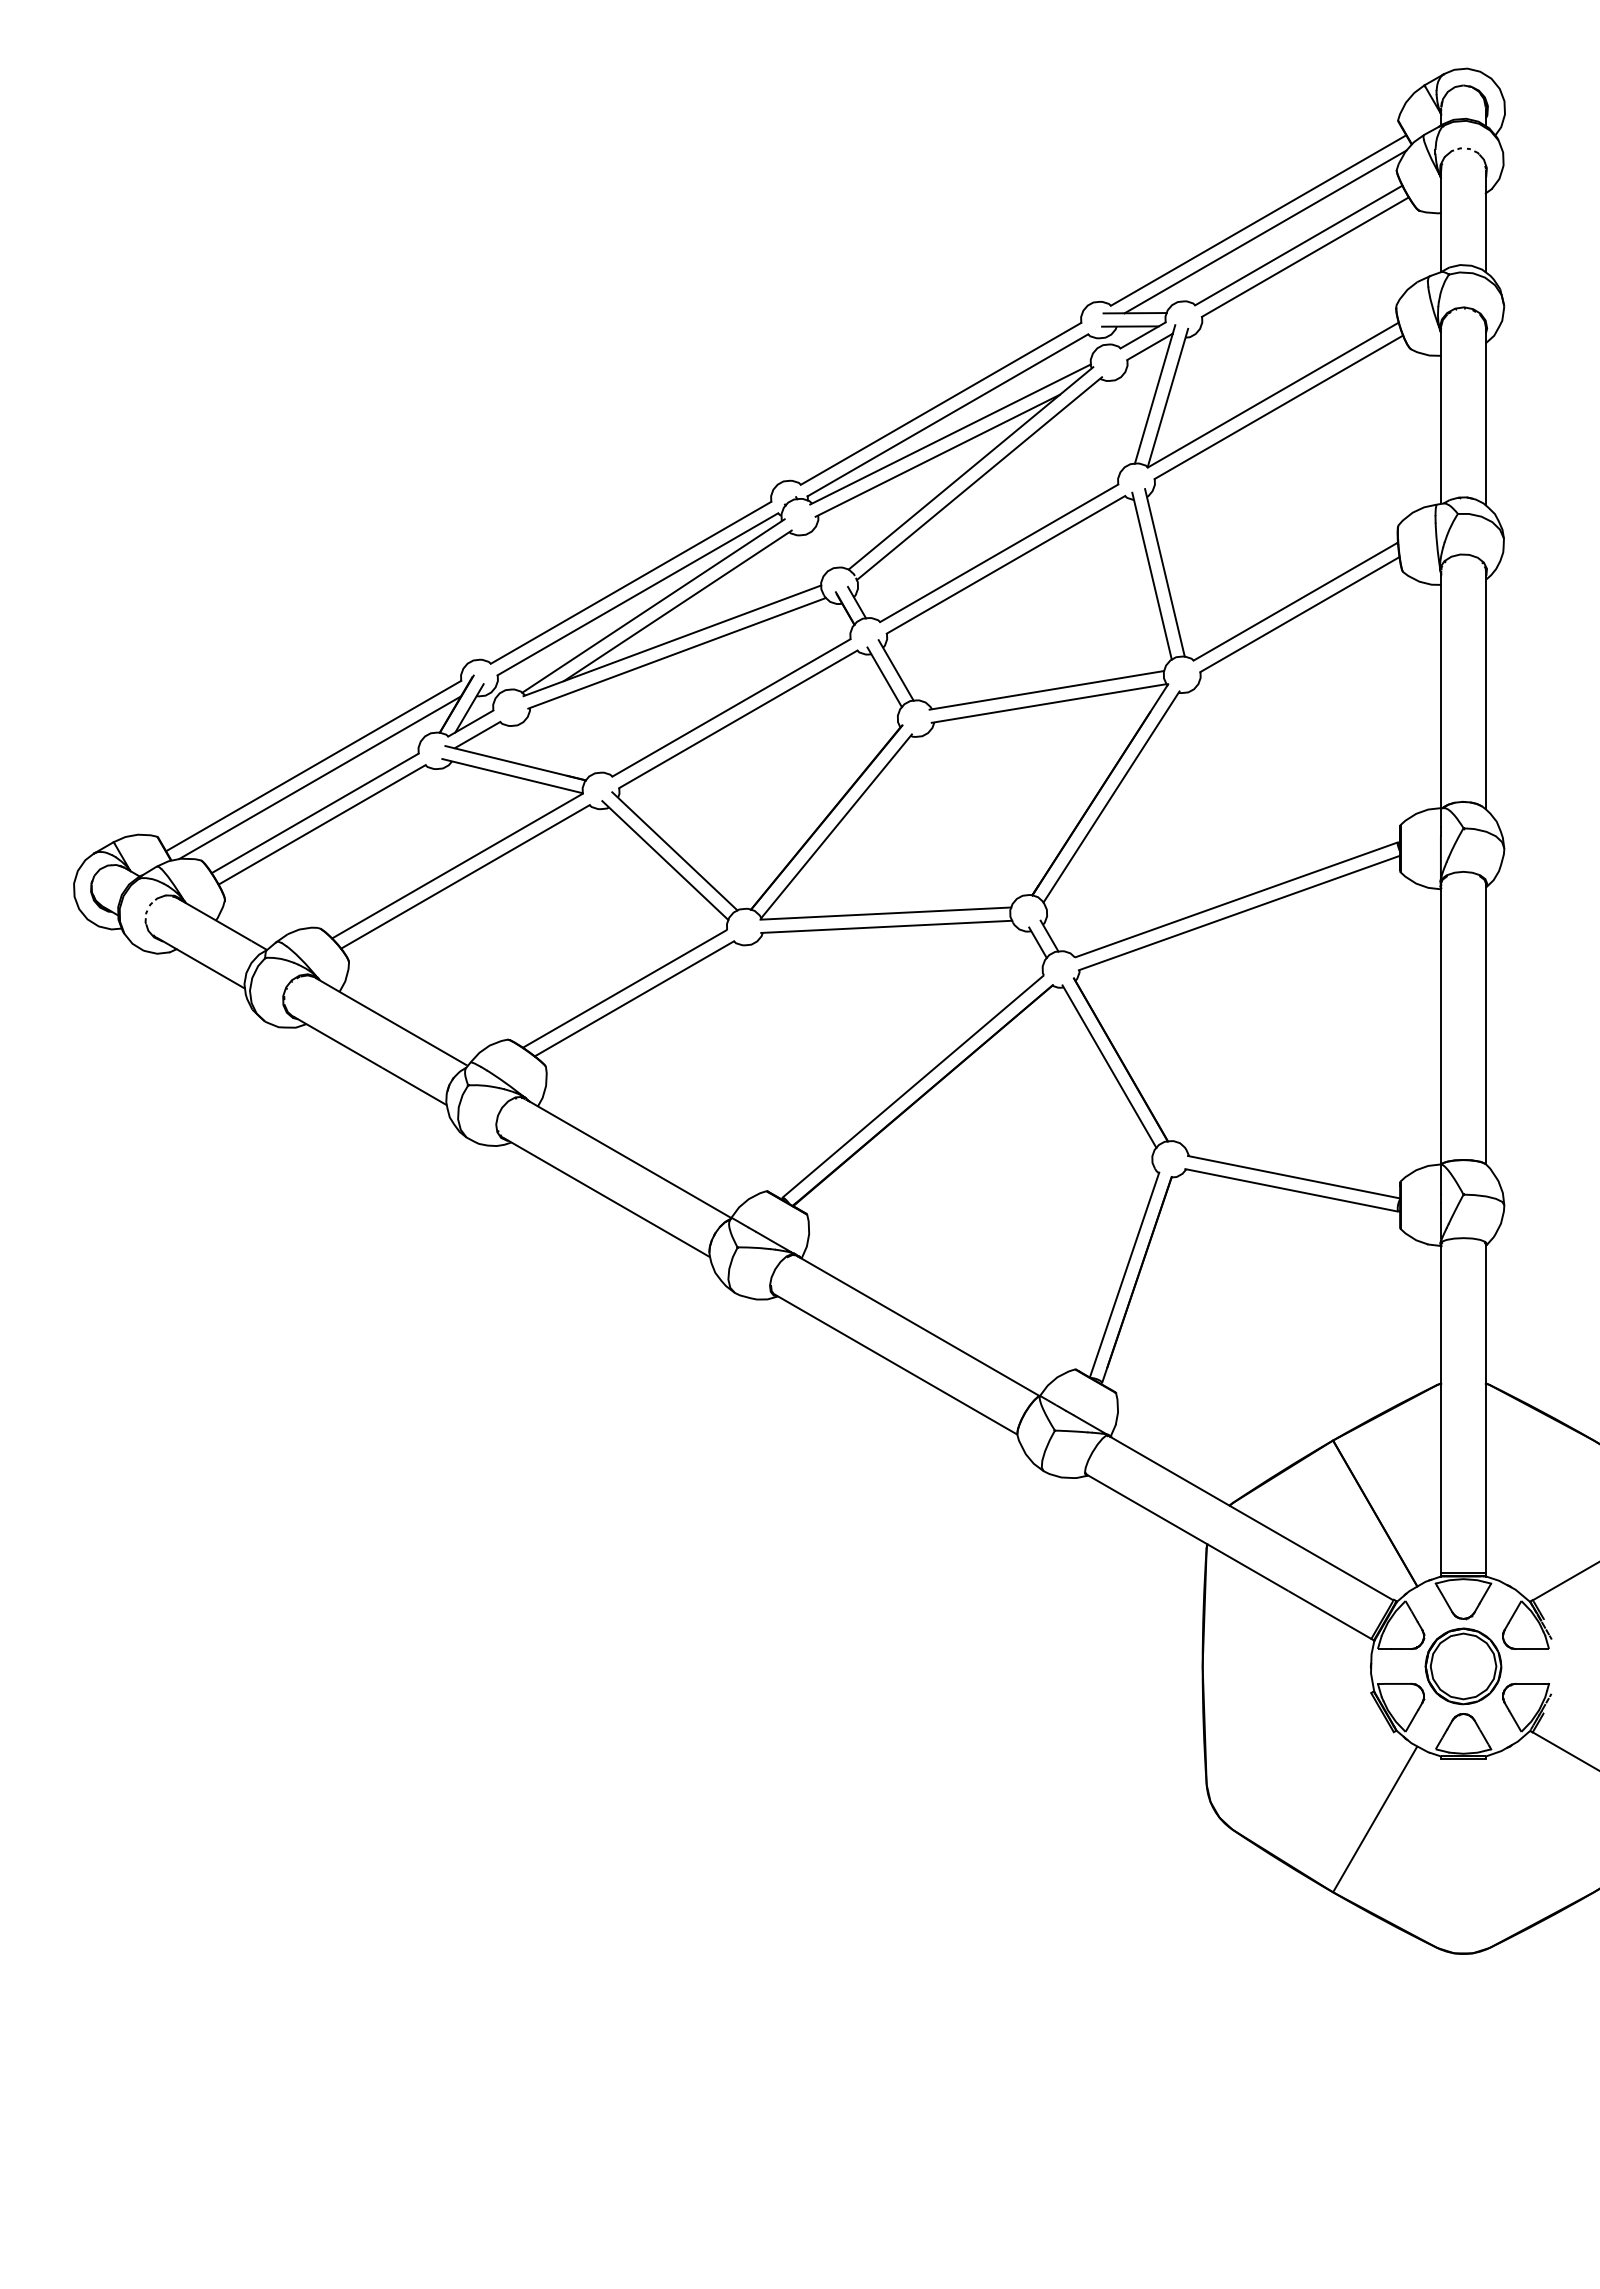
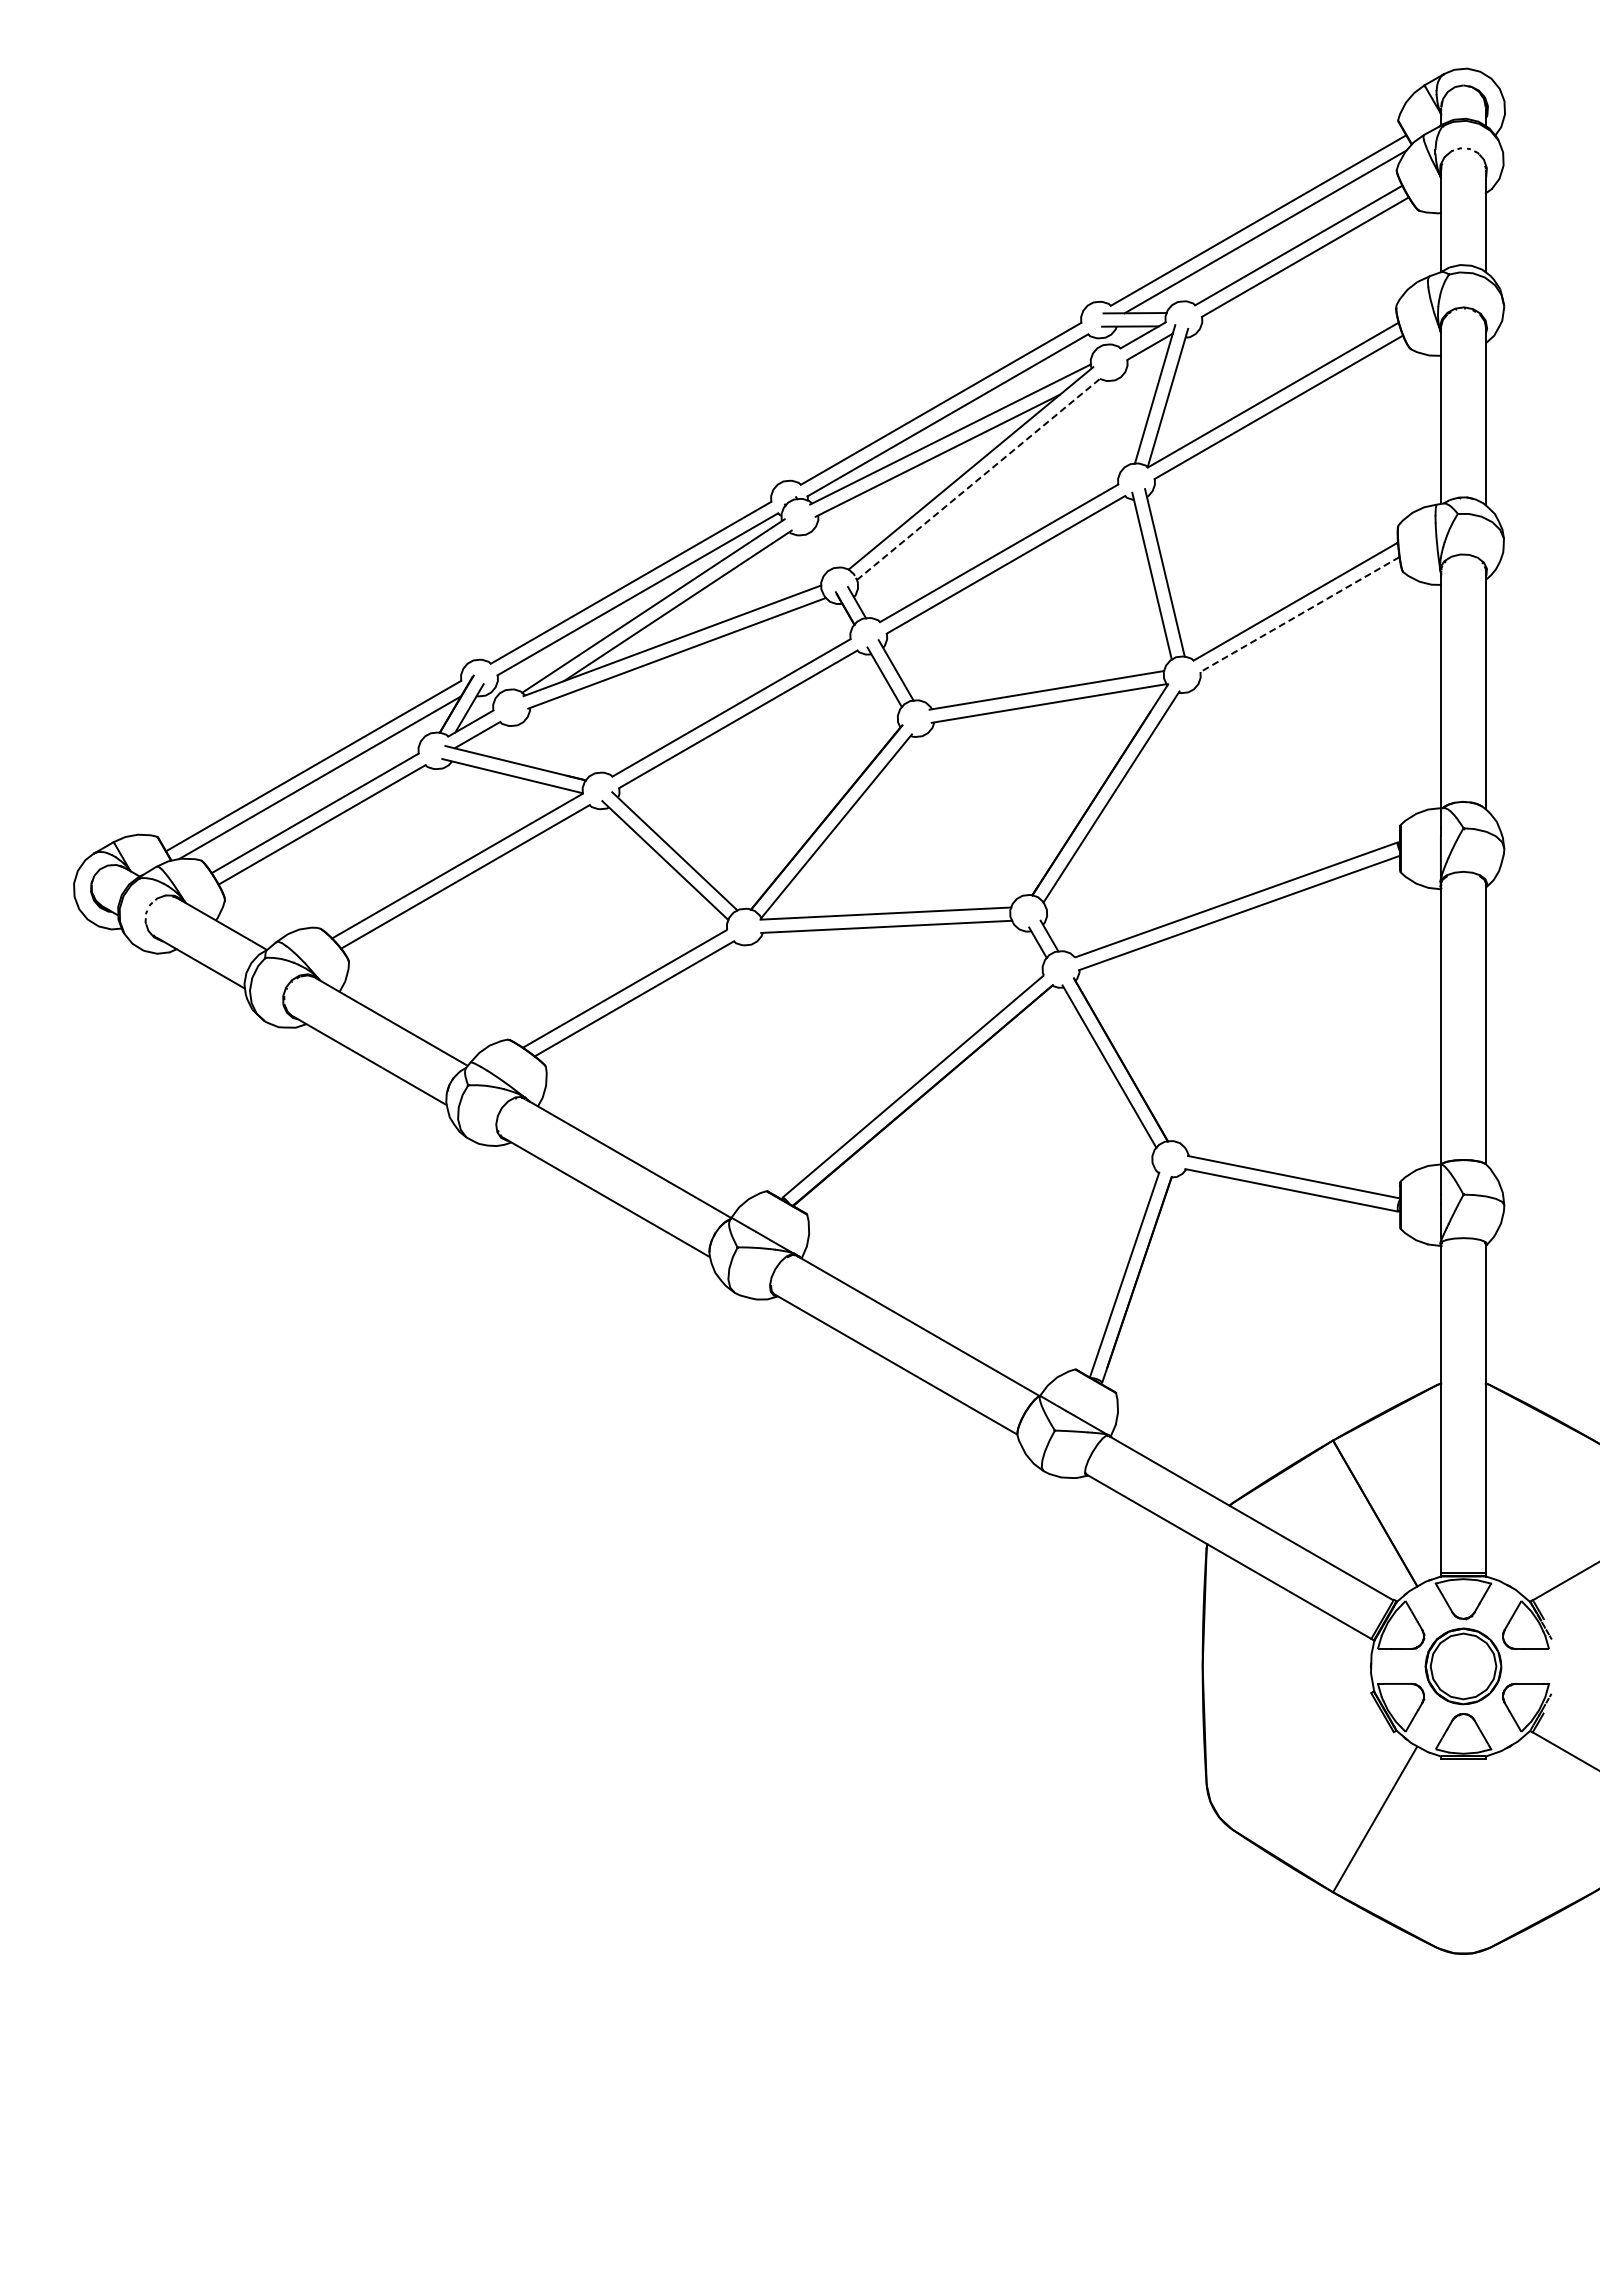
line at (979, 478): solid -> dashed
line at (1299, 614): solid -> dashed
